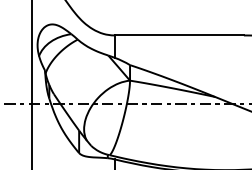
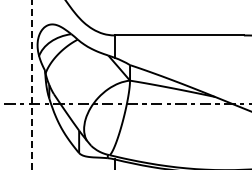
line at (32, 85): solid -> dashed
